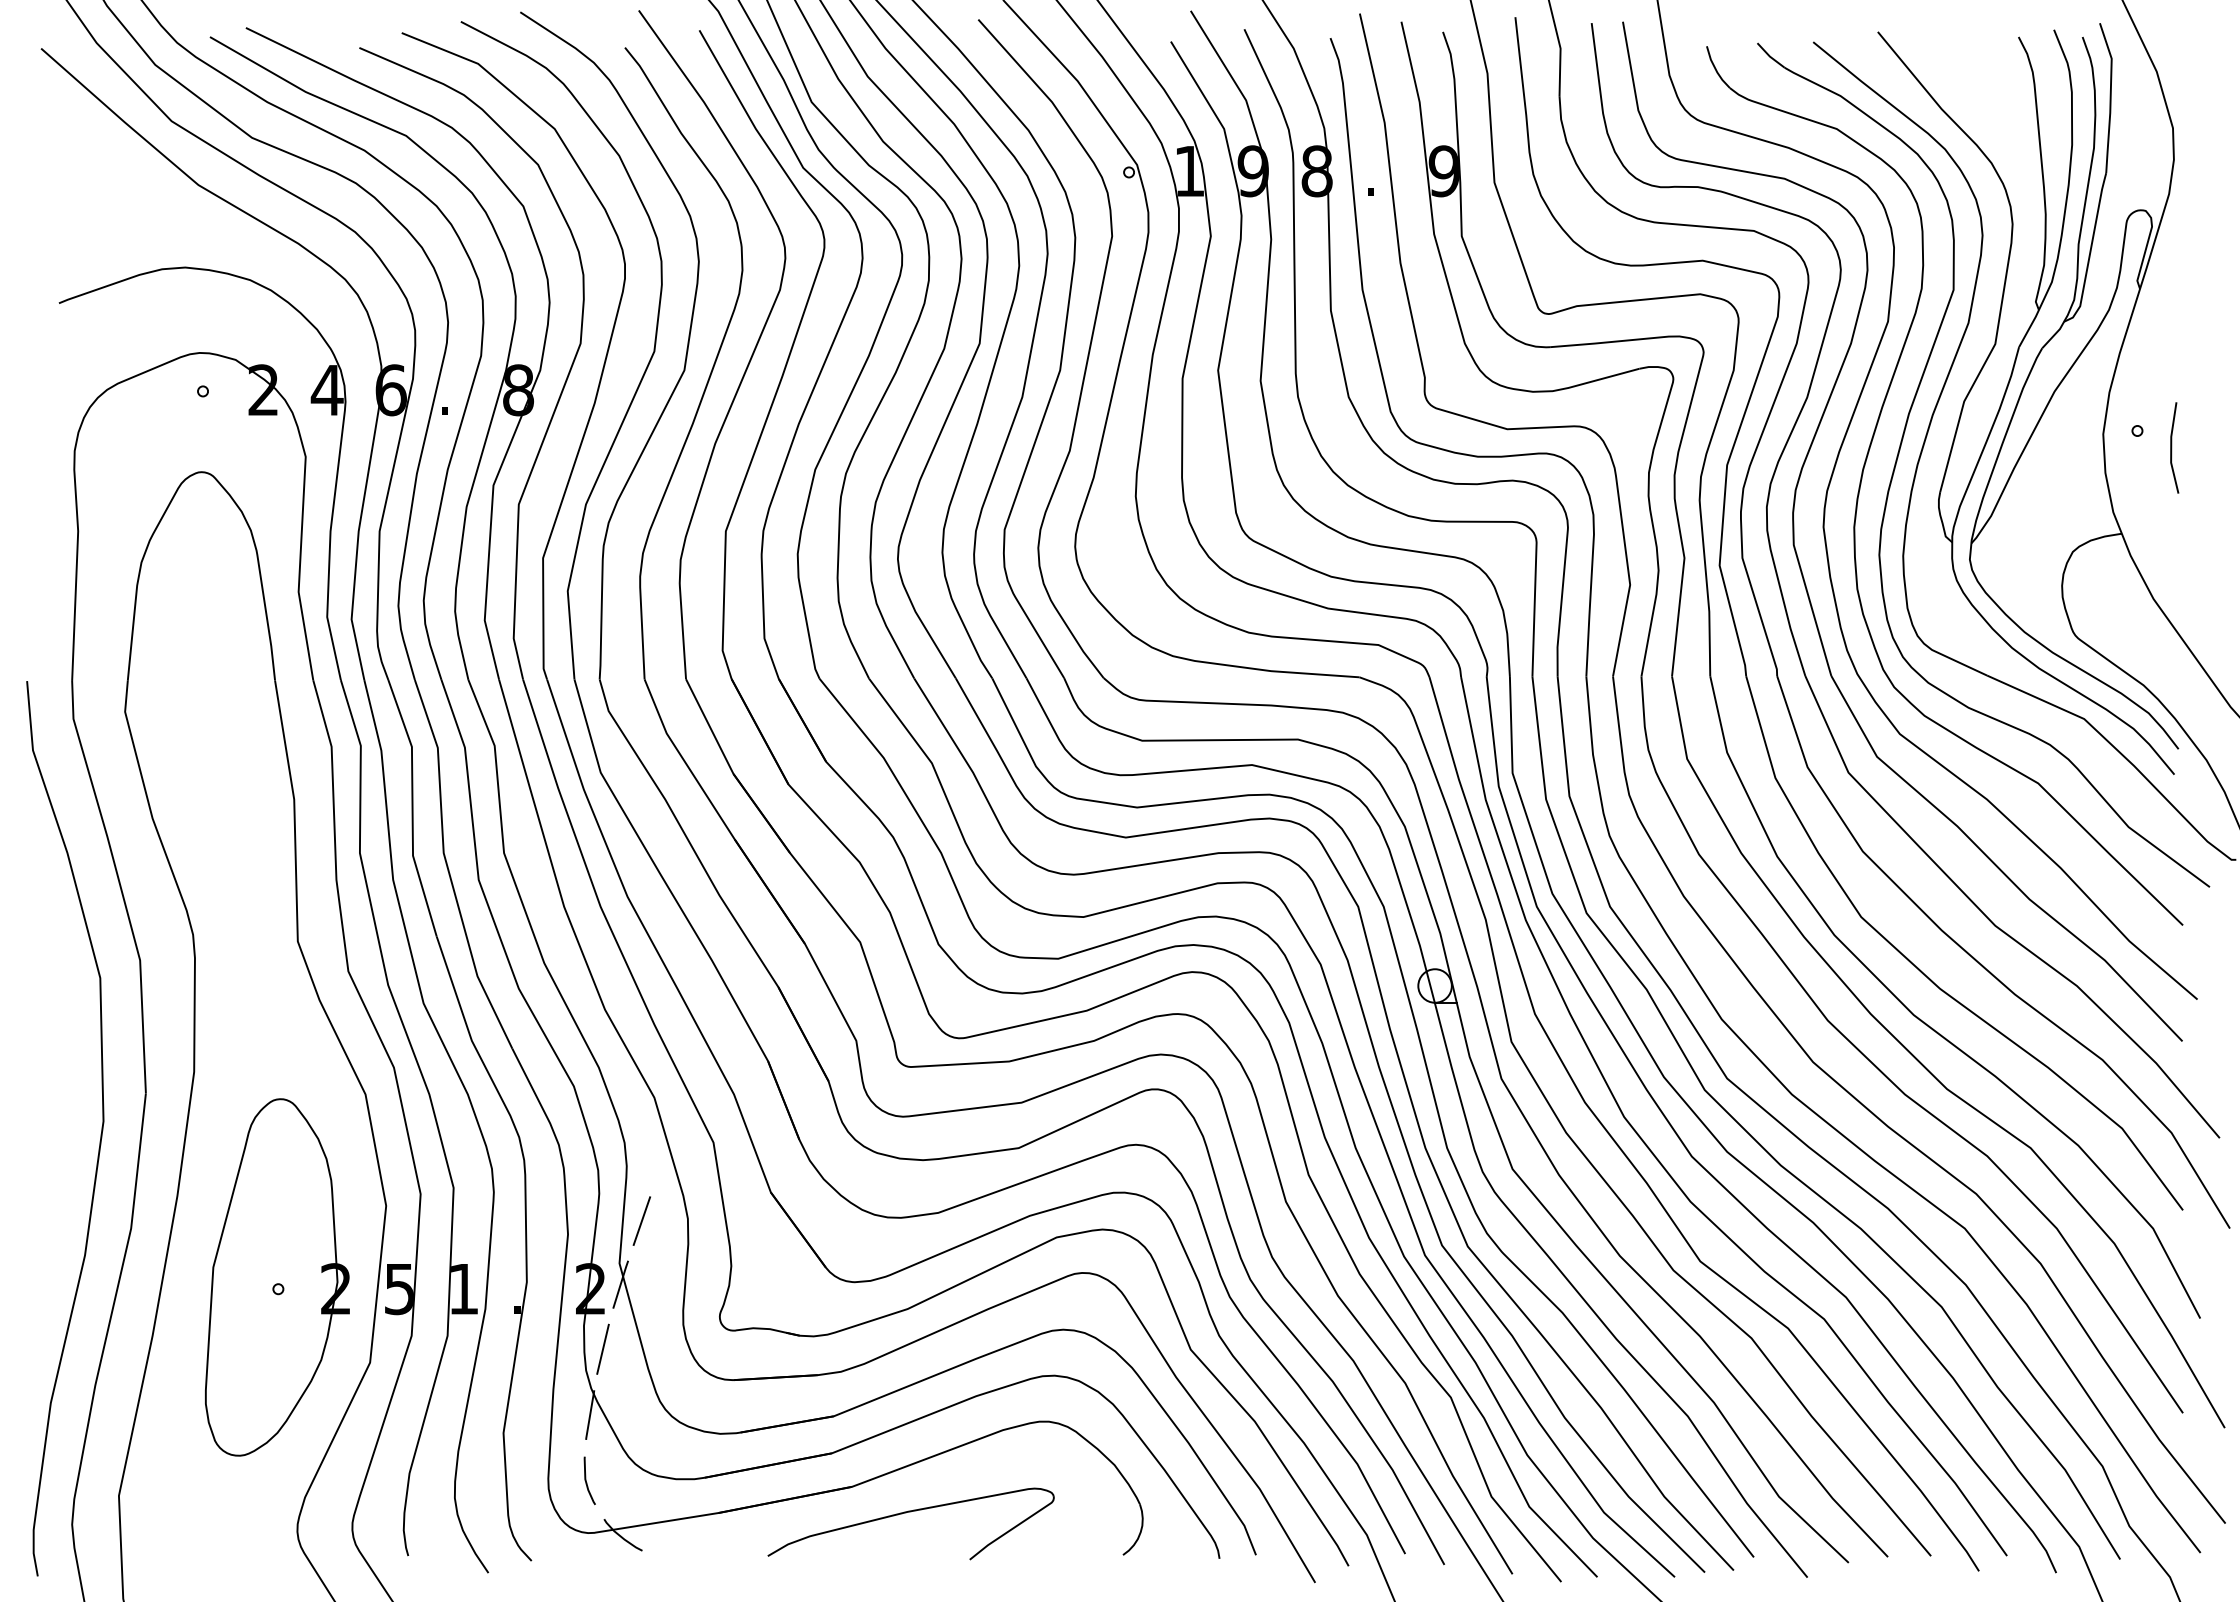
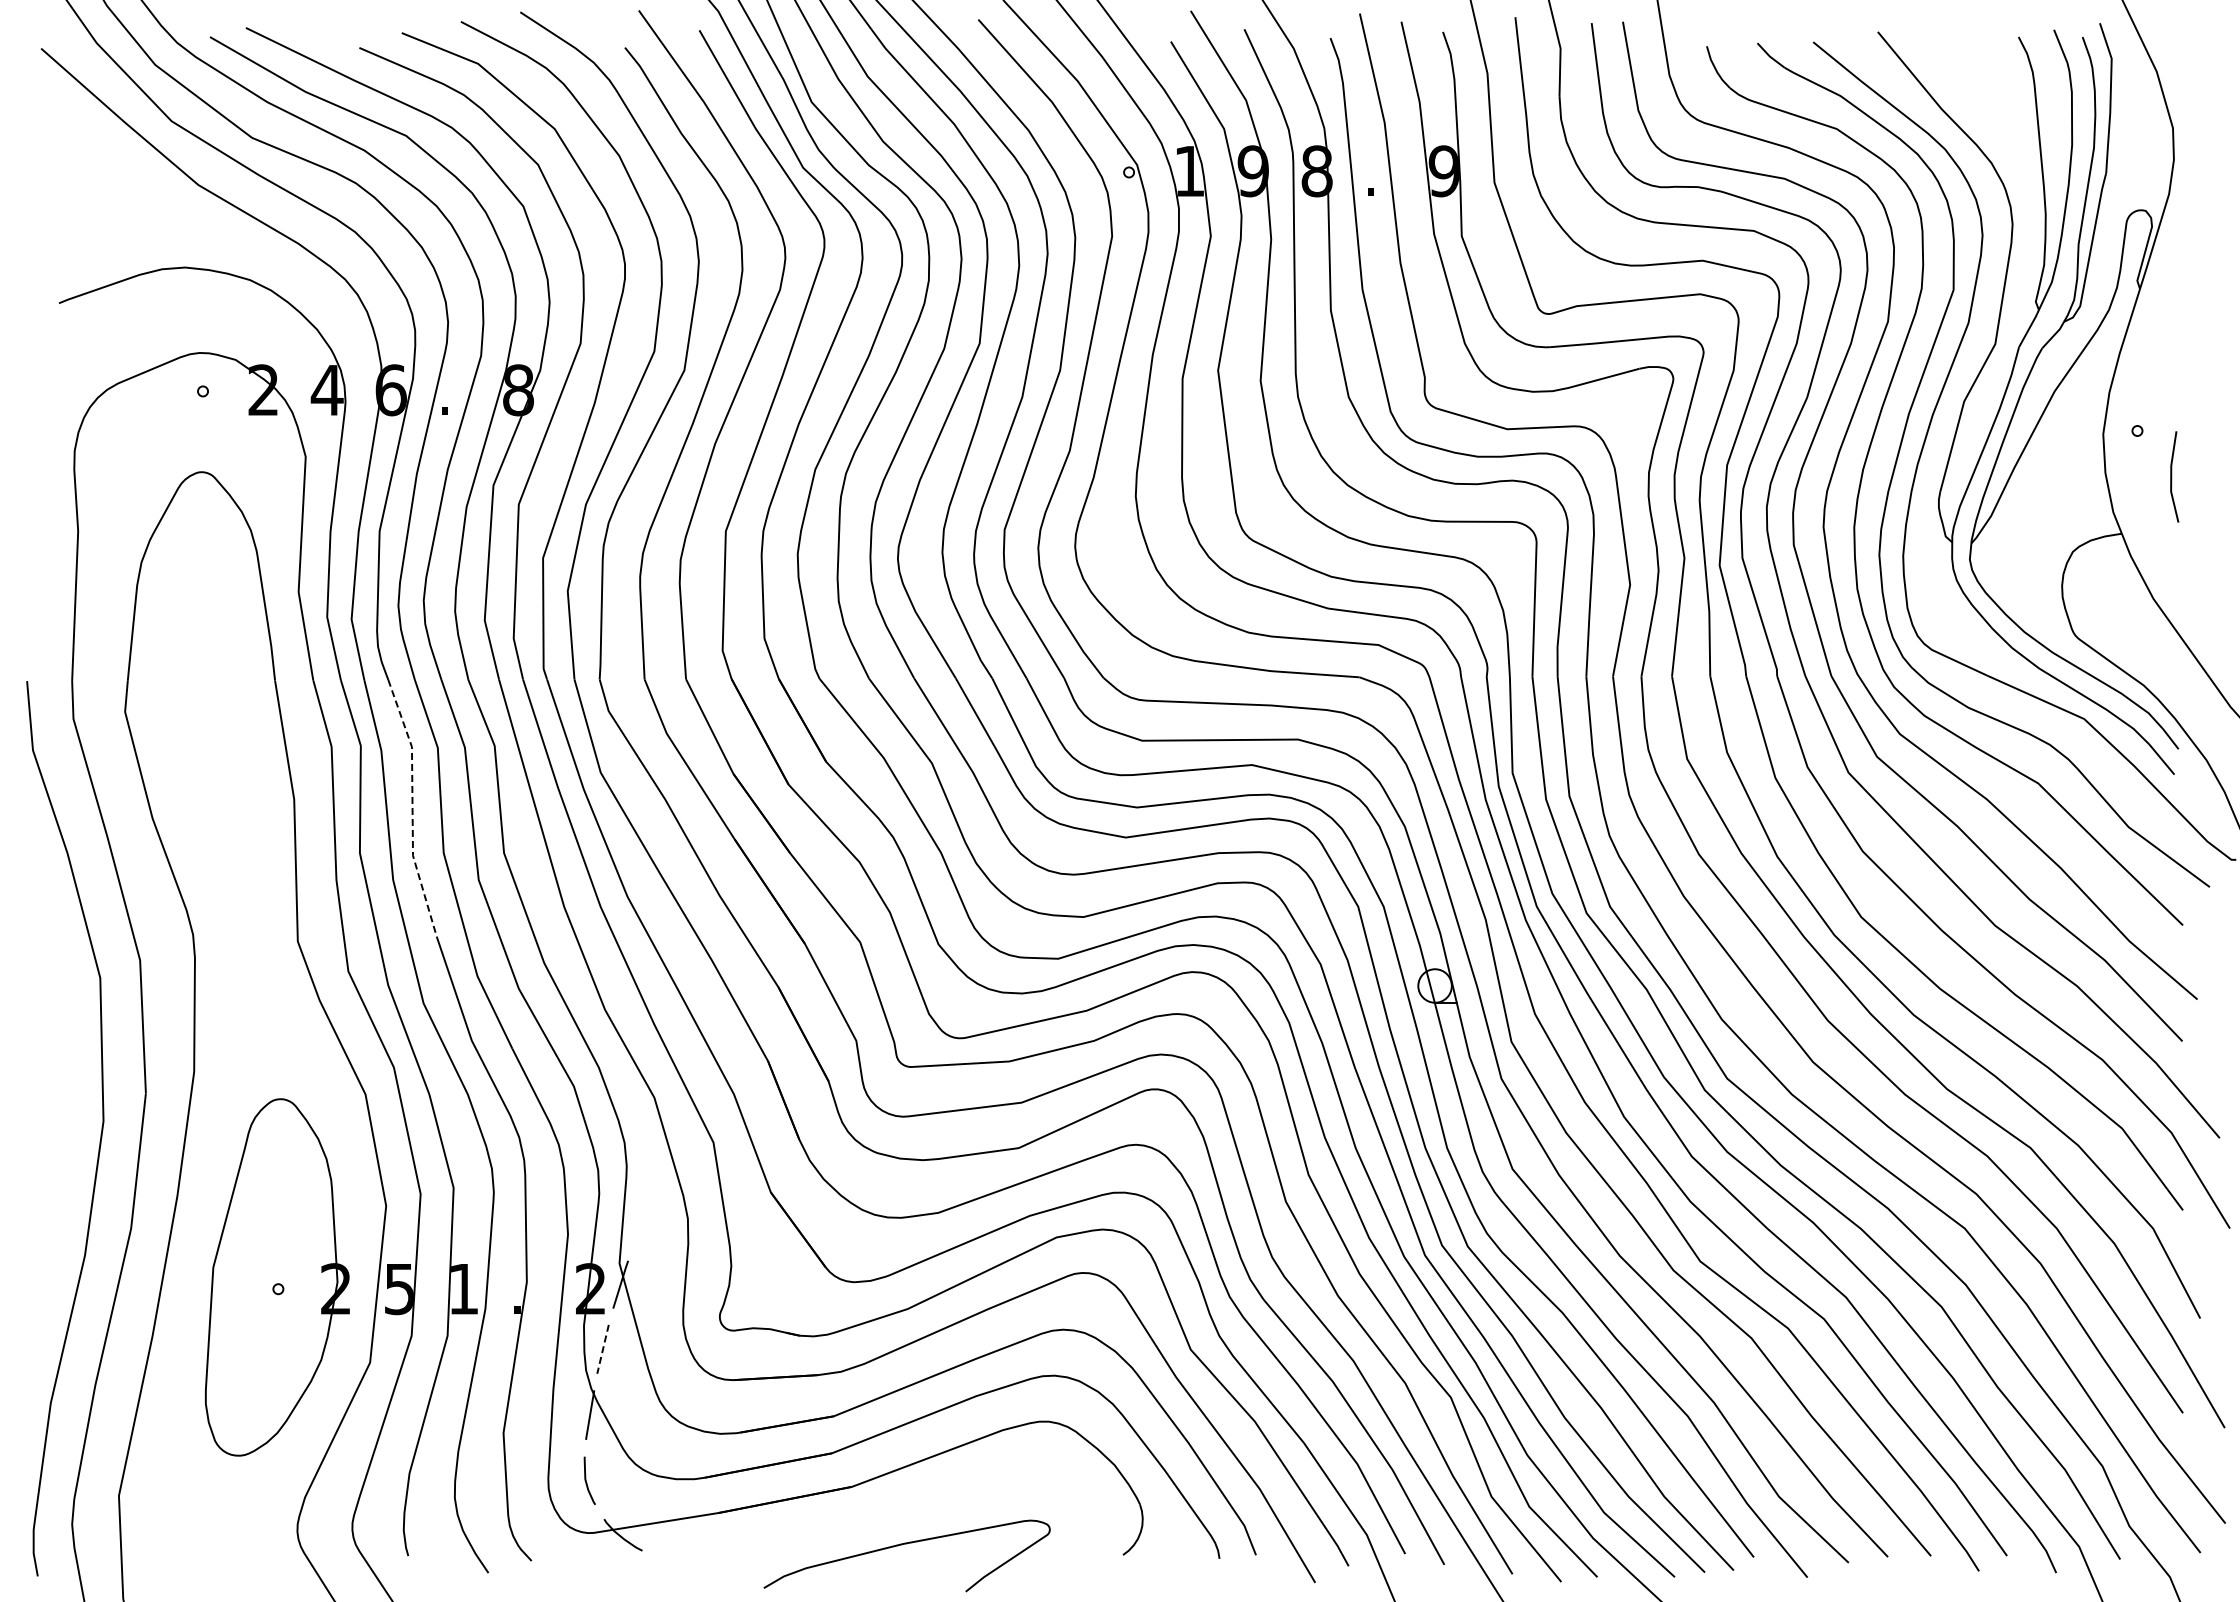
line at (2172, 447) position: (2172, 447) -> (2172, 476)
line at (412, 808): solid -> dashed
line at (641, 1220): present -> none
line at (602, 1349): solid -> dashed
part at (906, 1513) position: (906, 1513) -> (902, 1545)
